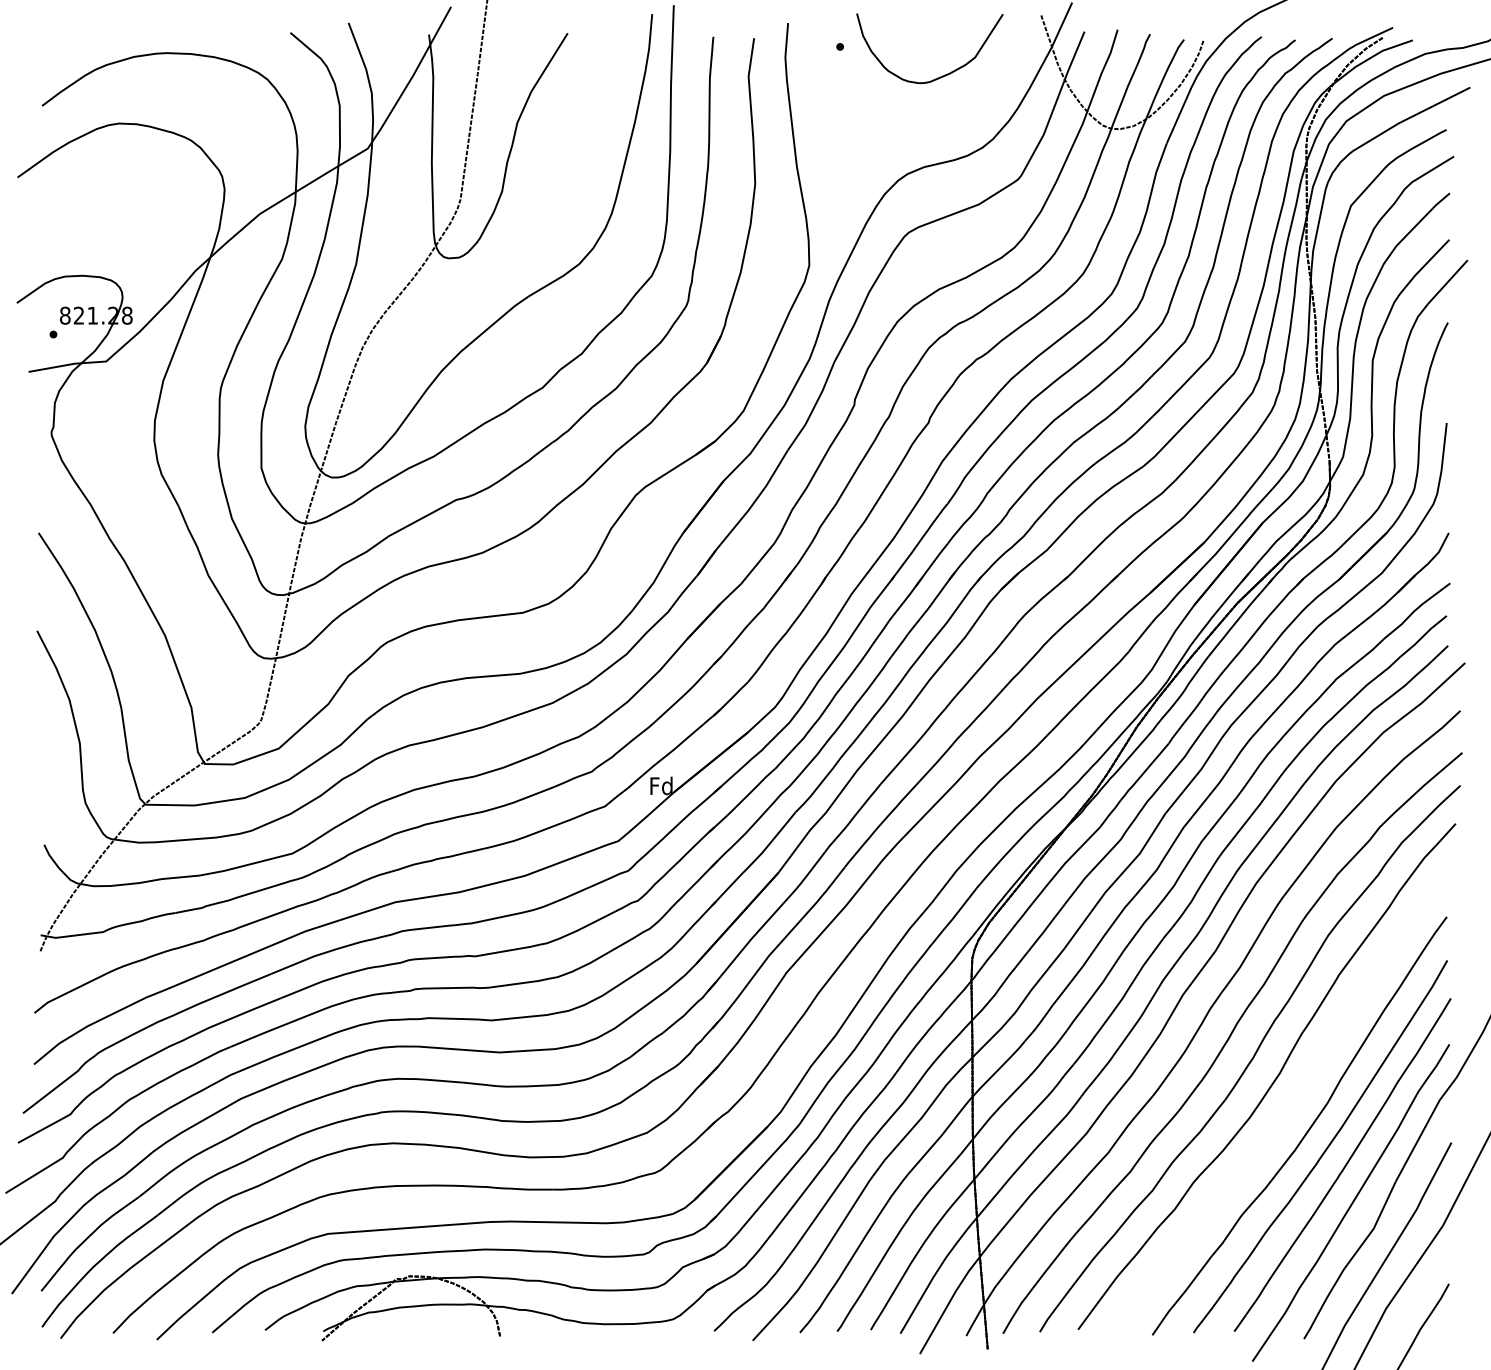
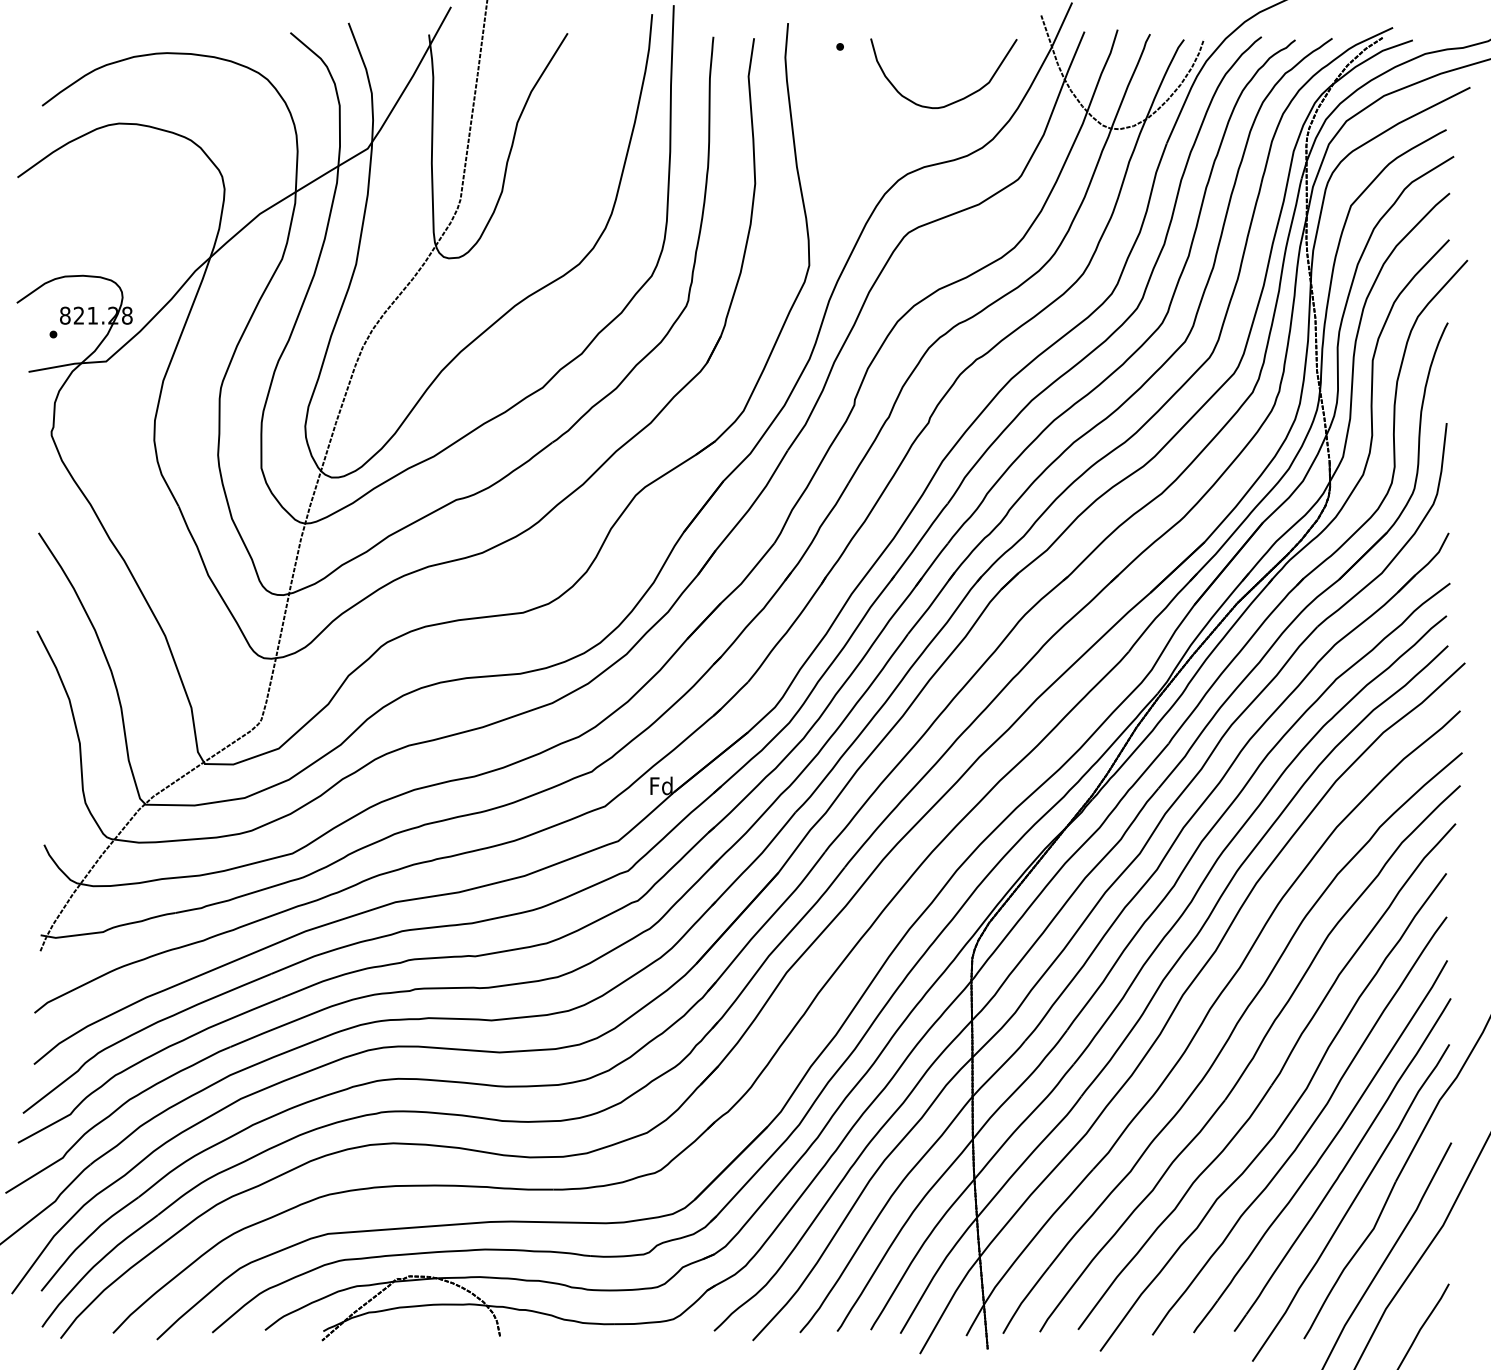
curve at (942, 75) position: (942, 75) -> (956, 100)
curve at (1284, 1118): none -> present
